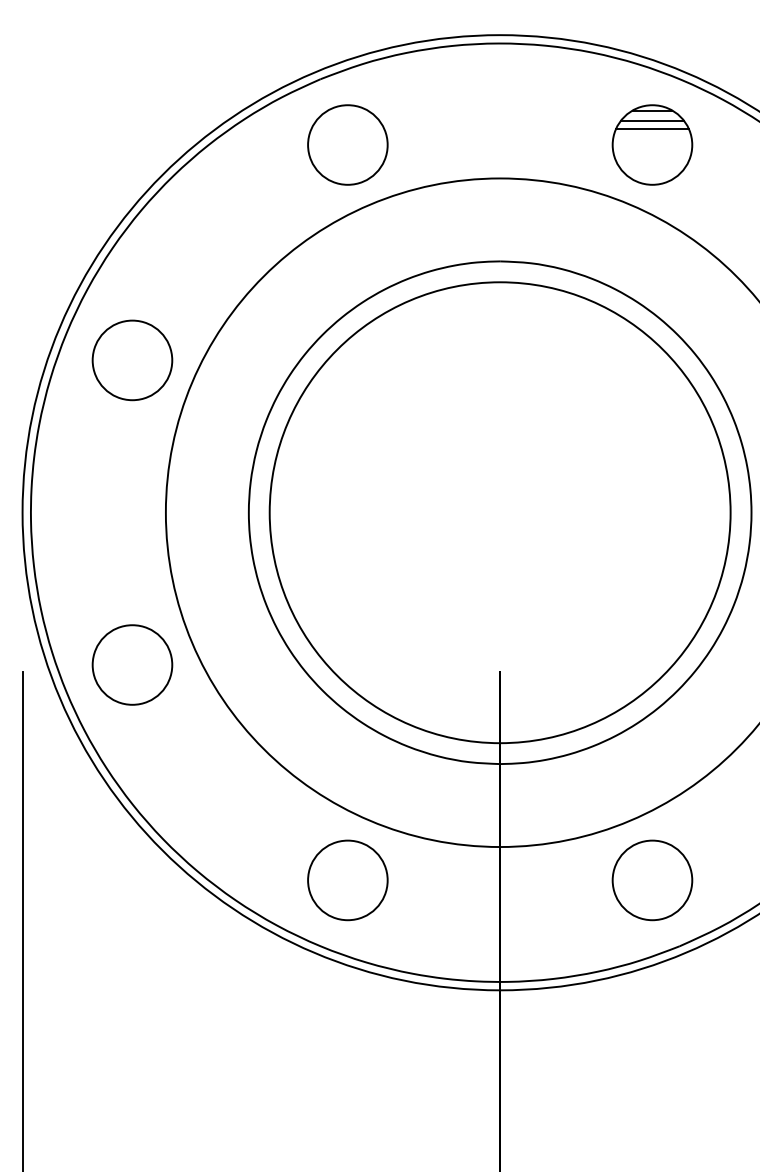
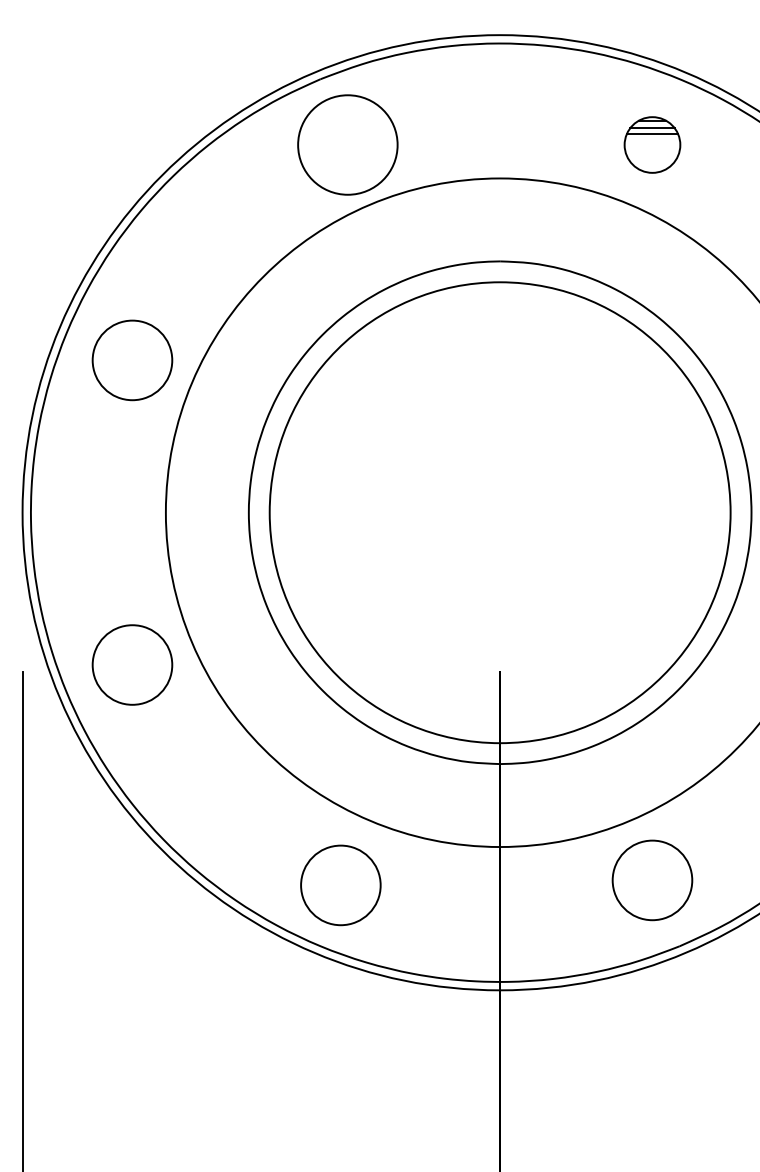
circle at (347, 144) diameter: 80 px -> 99 px
part at (652, 144) size: 83x82 px -> 59x58 px
circle at (347, 880) position: (347, 880) -> (340, 885)
